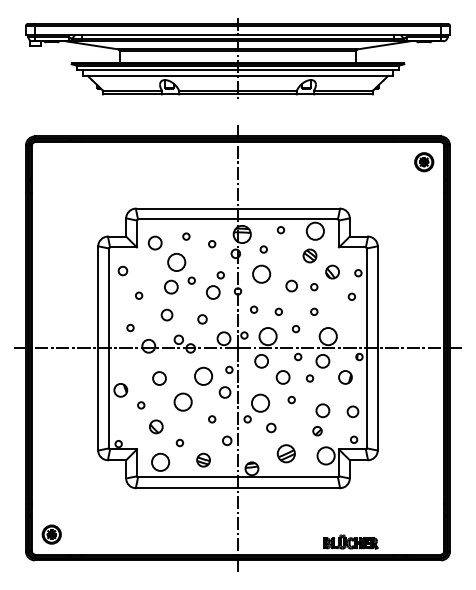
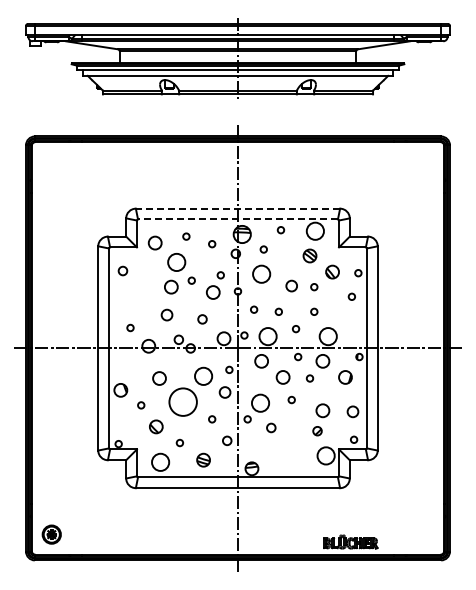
part at (424, 162): present -> none
line at (237, 208): solid -> dashed
line at (238, 219): solid -> dashed
circle at (139, 295): present -> none
circle at (182, 401) diameter: 17 px -> 28 px
part at (285, 453): present -> none
